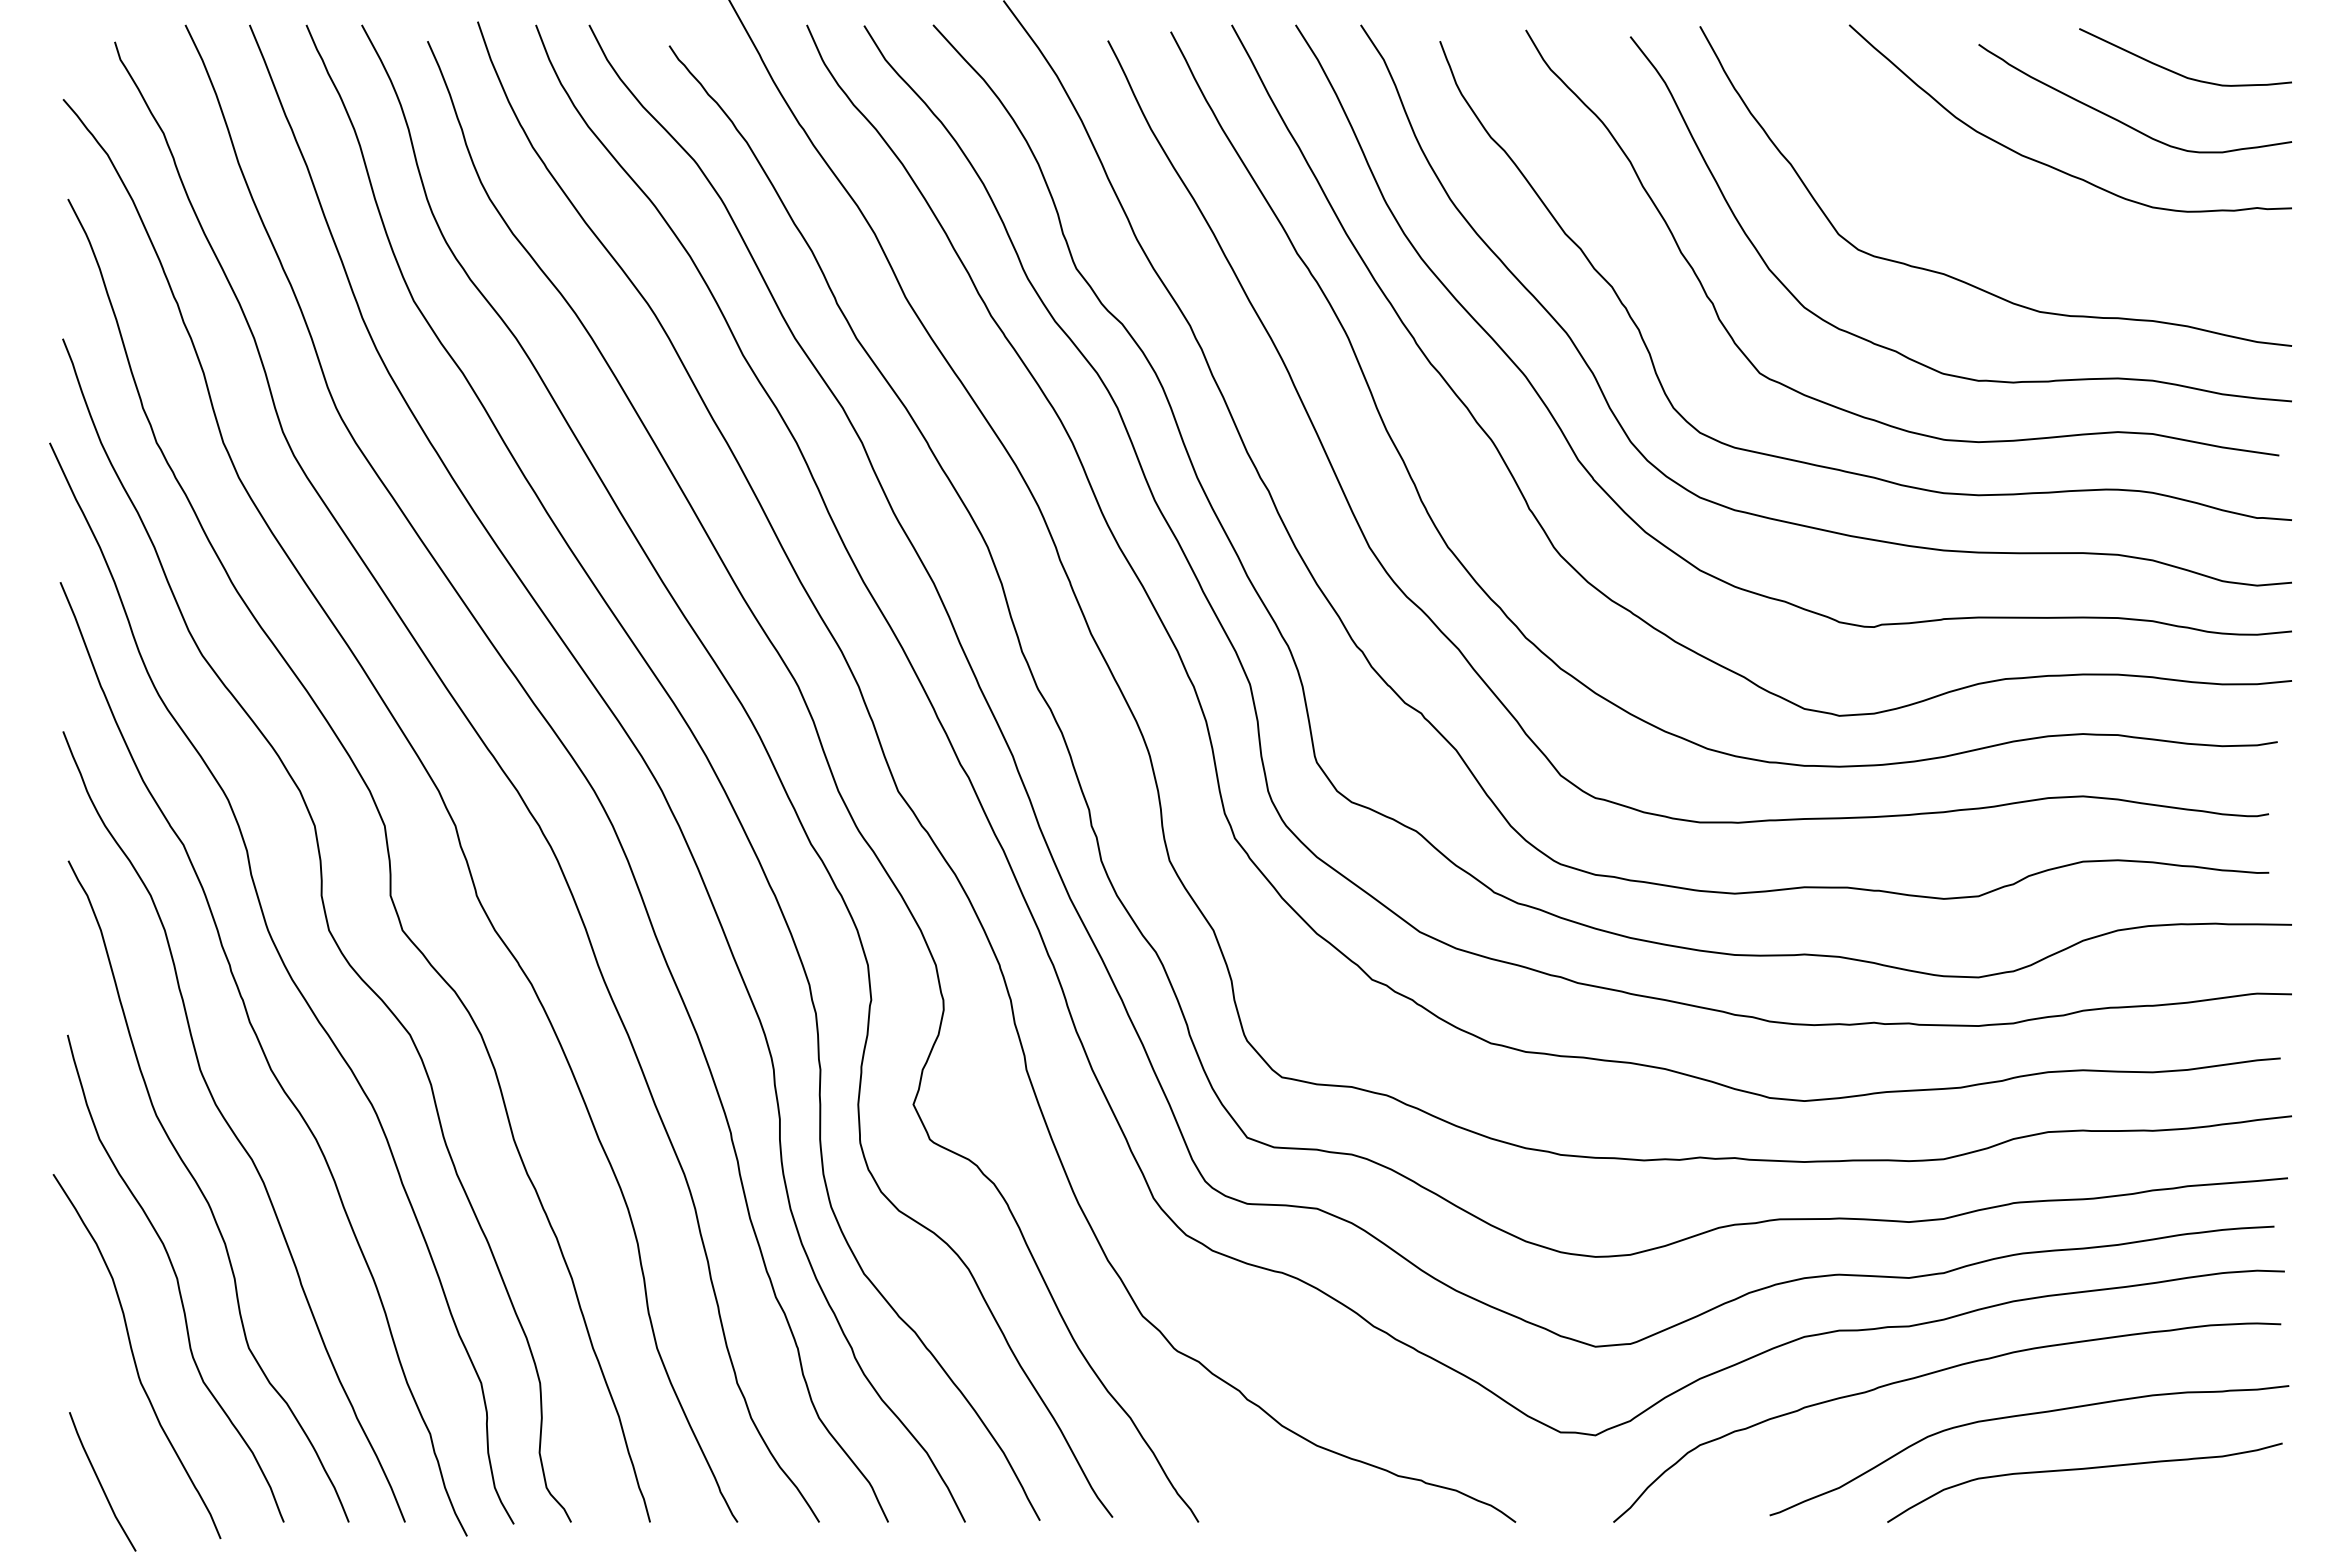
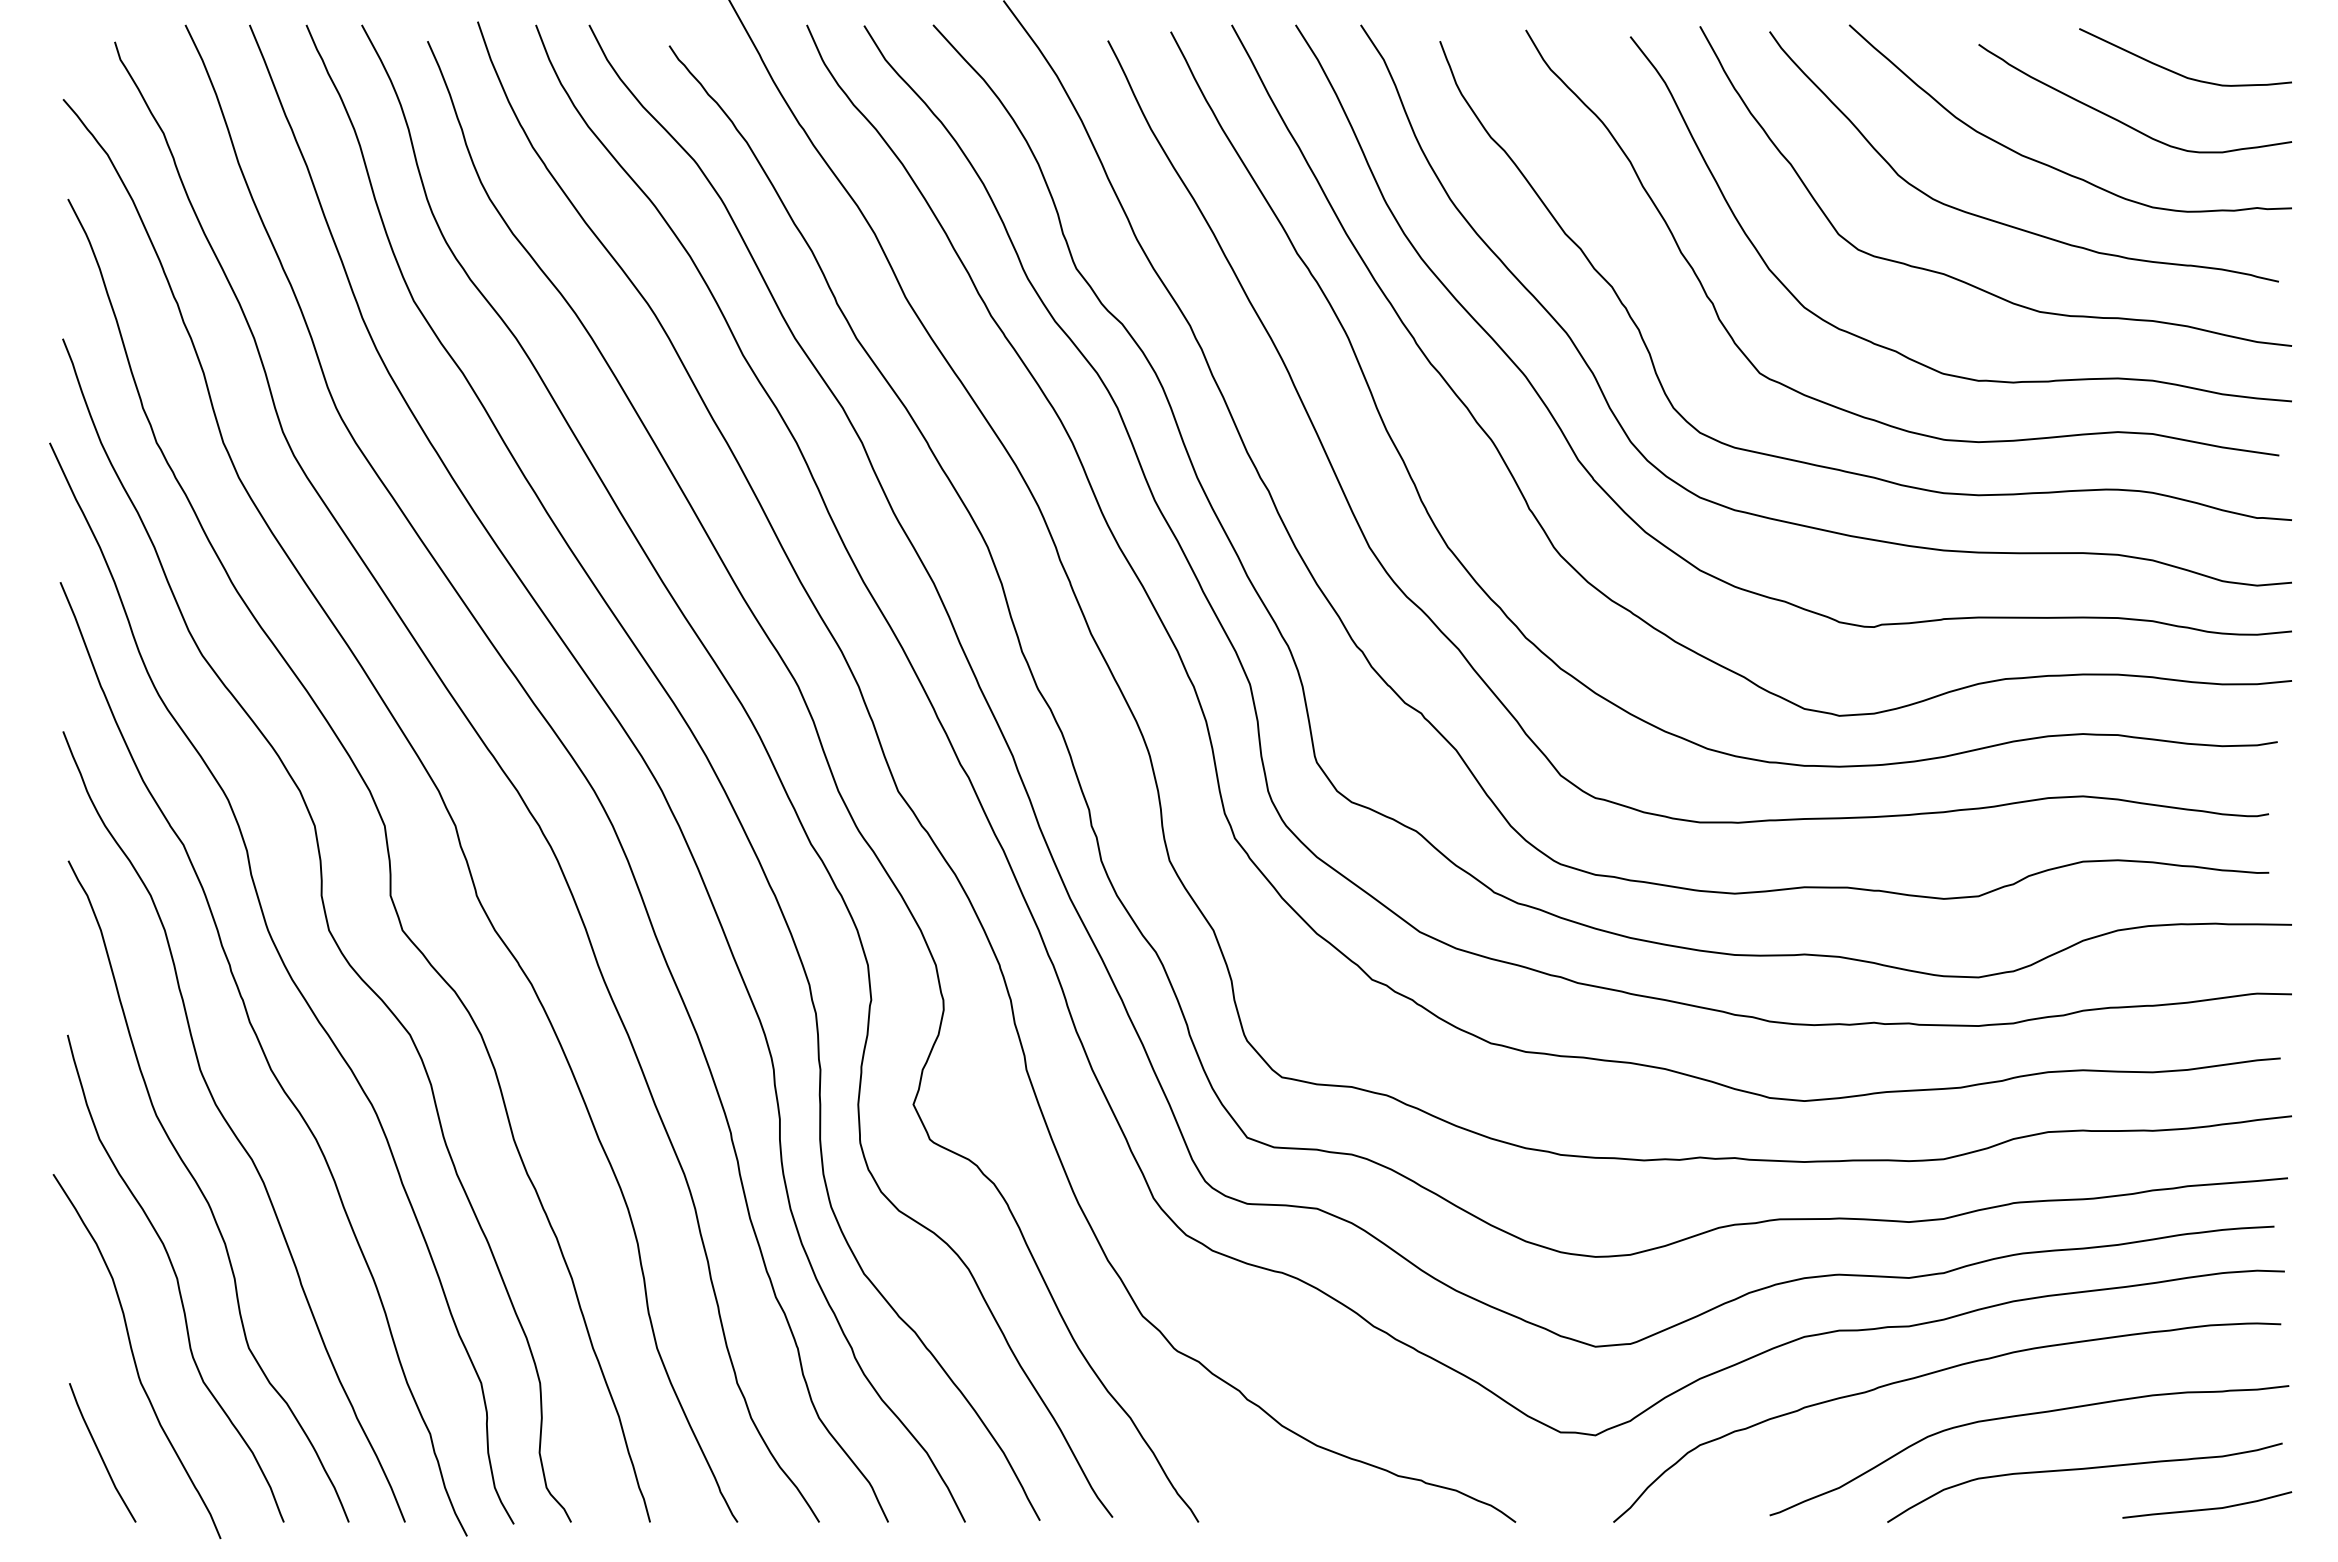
curve at (2002, 222): none -> present
line at (100, 1481) position: (100, 1481) -> (100, 1452)
curve at (2207, 1508): none -> present
